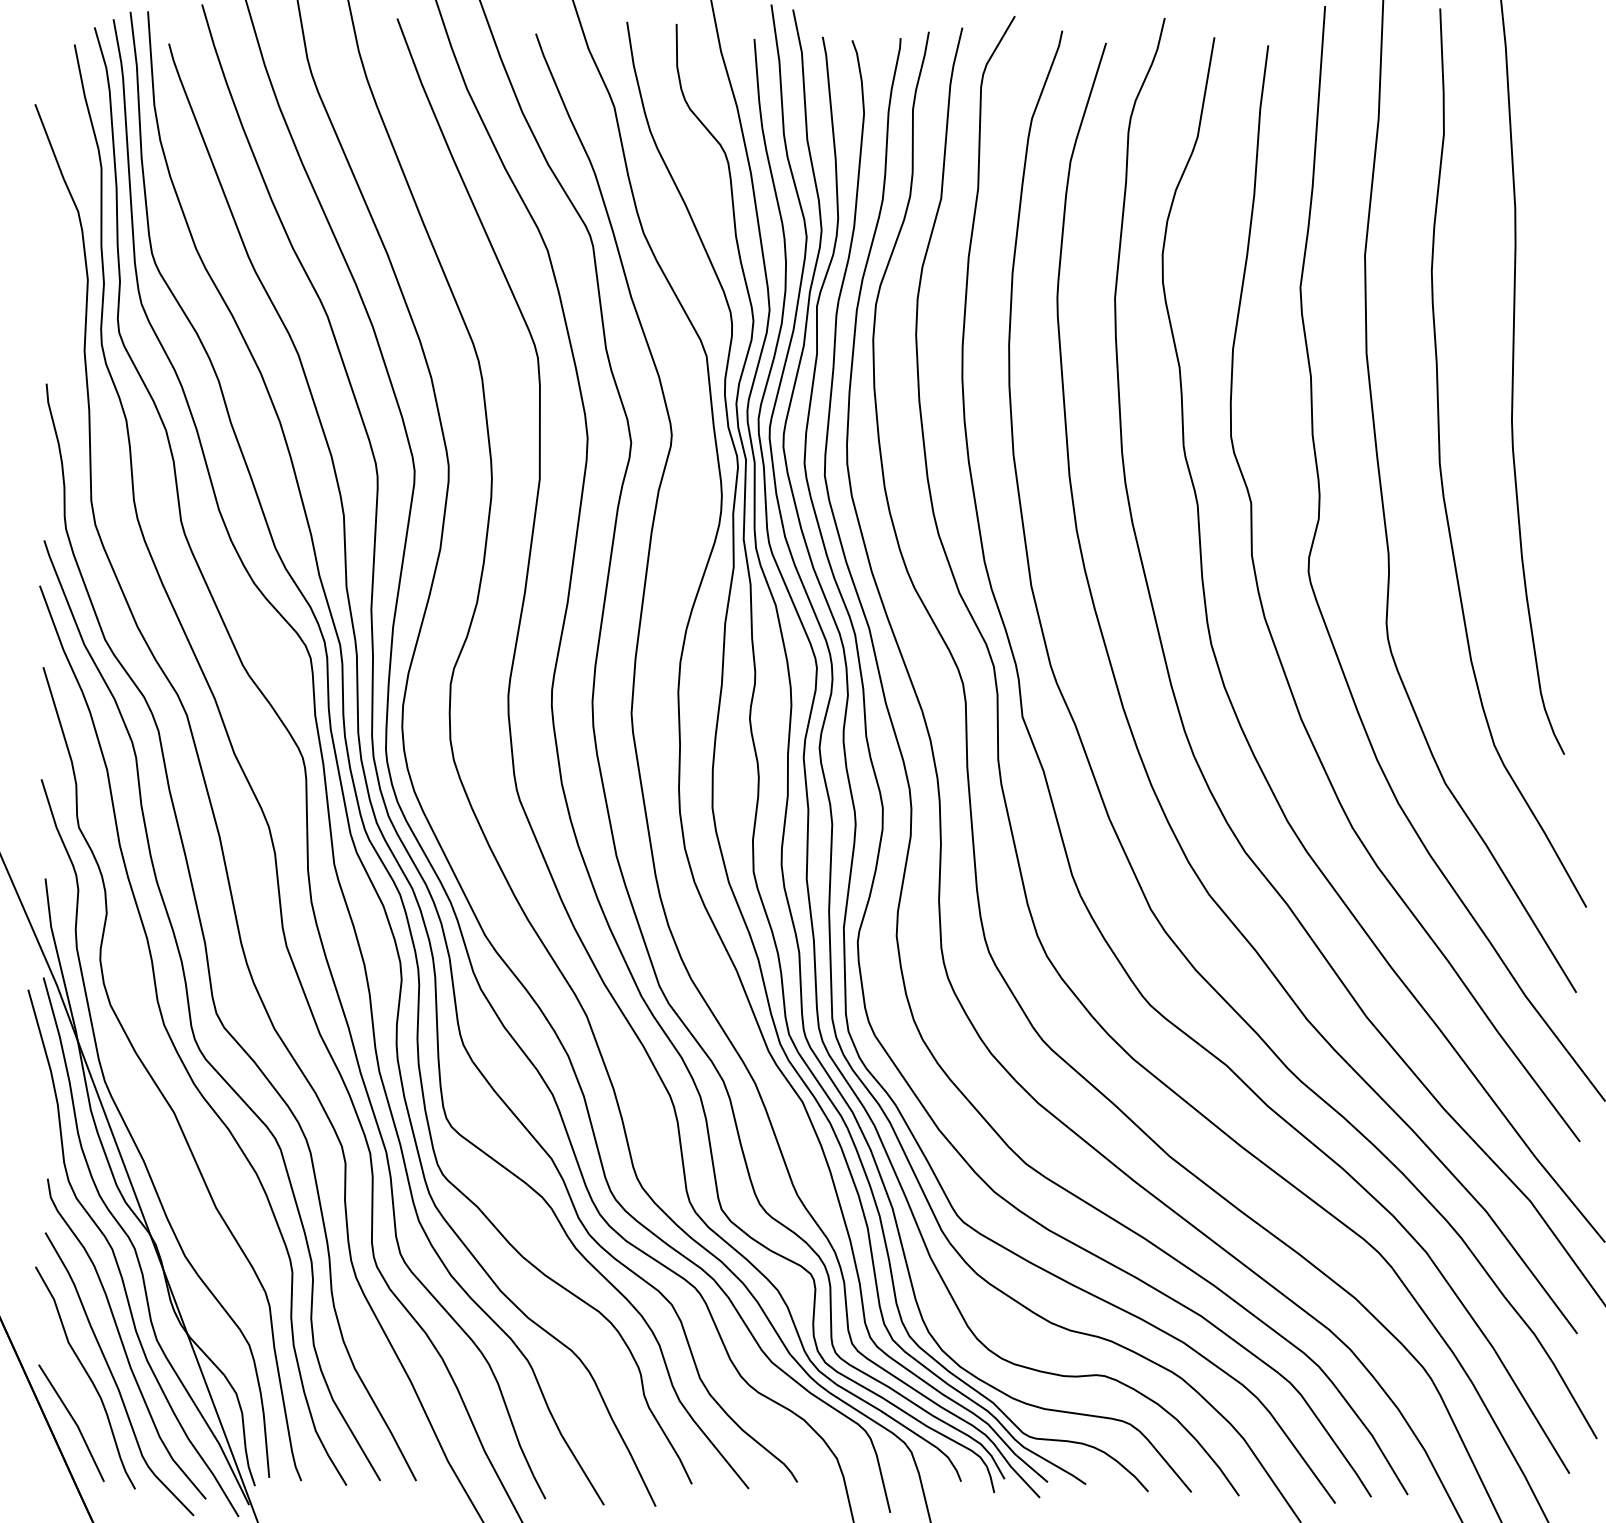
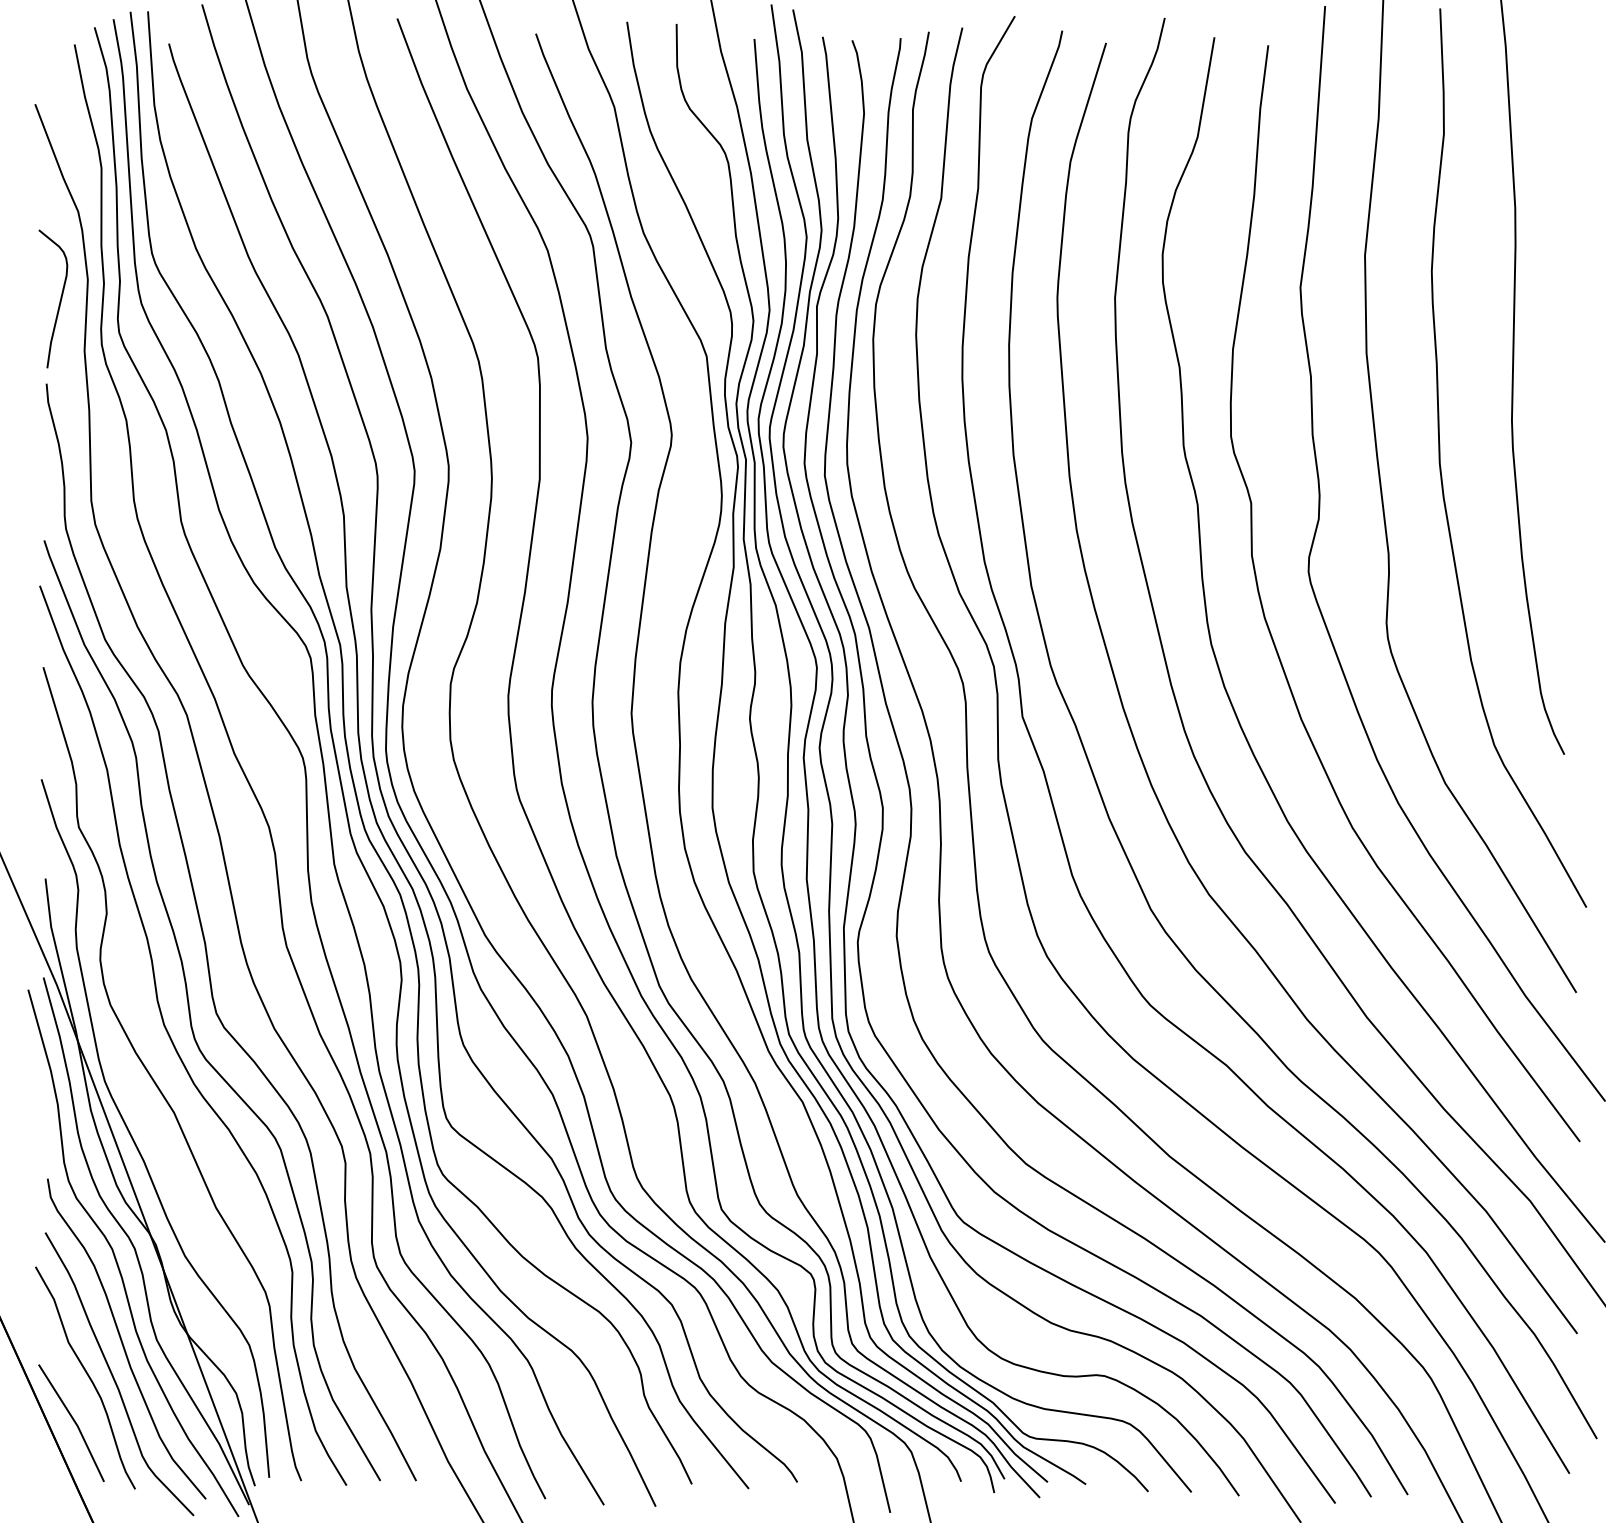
curve at (59, 300): none -> present
